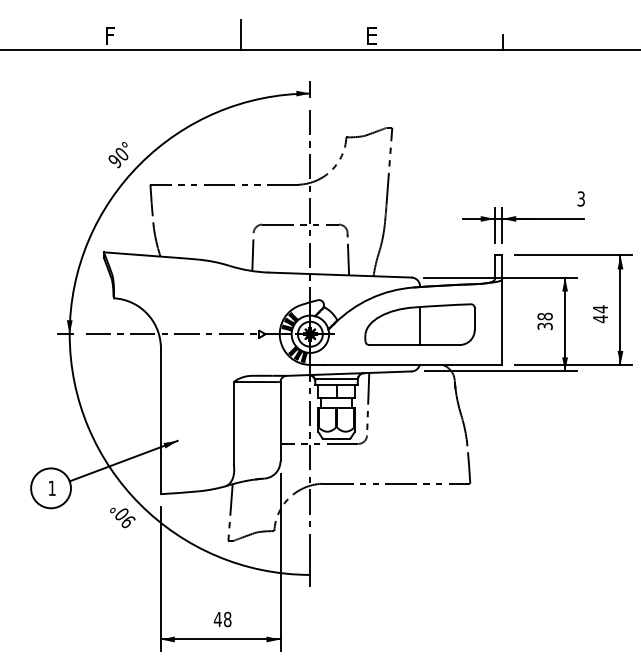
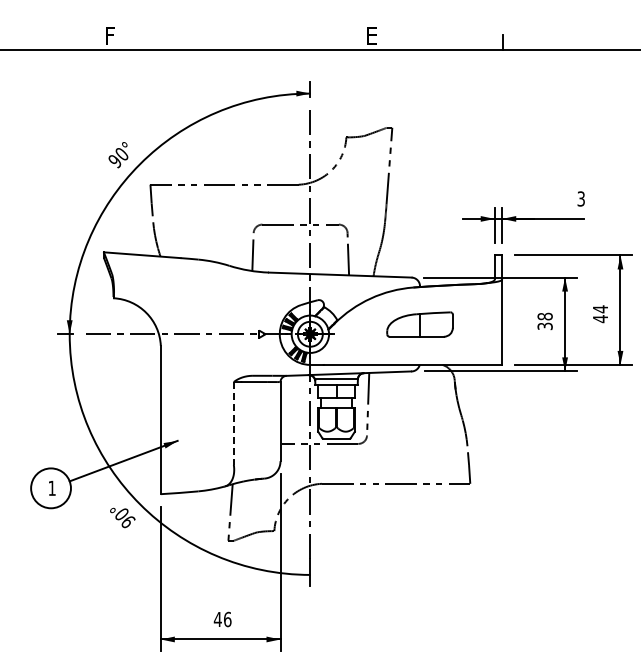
line at (241, 35): present -> none
part at (419, 324) size: 112x43 px -> 68x27 px
line at (233, 423): solid -> dashed
text at (227, 618): 48 -> 46
